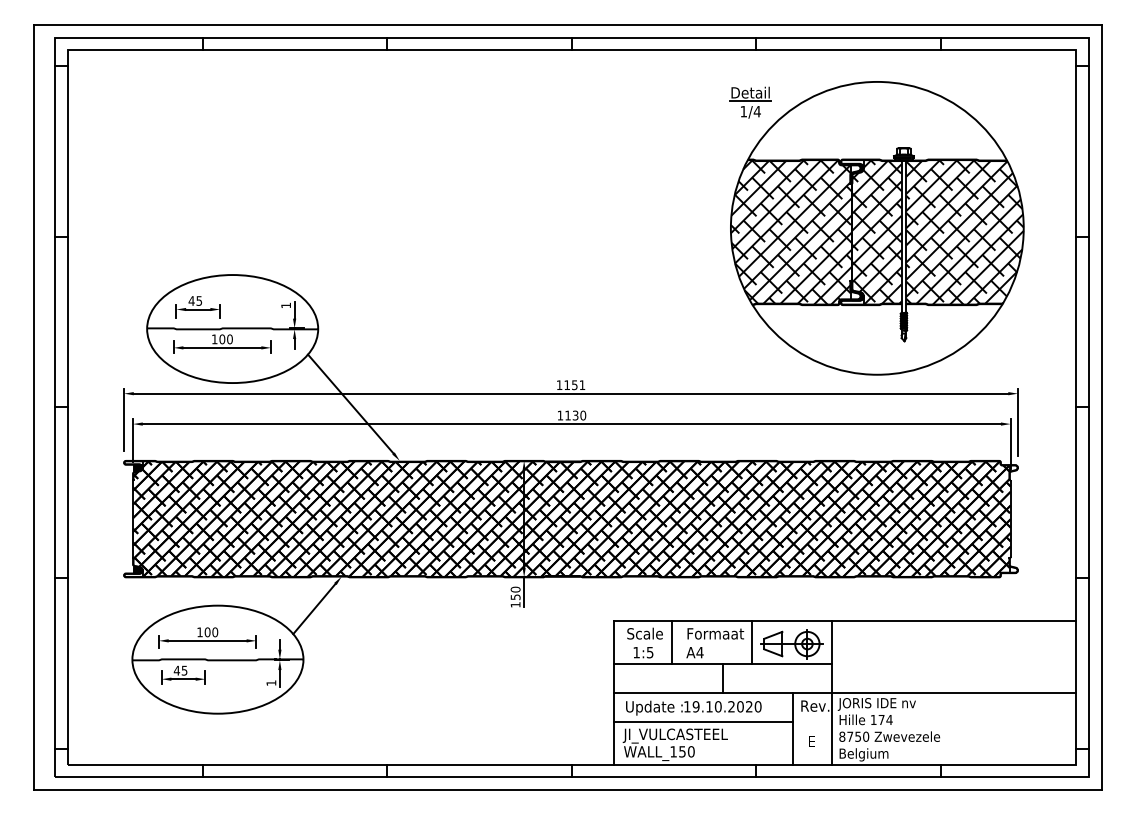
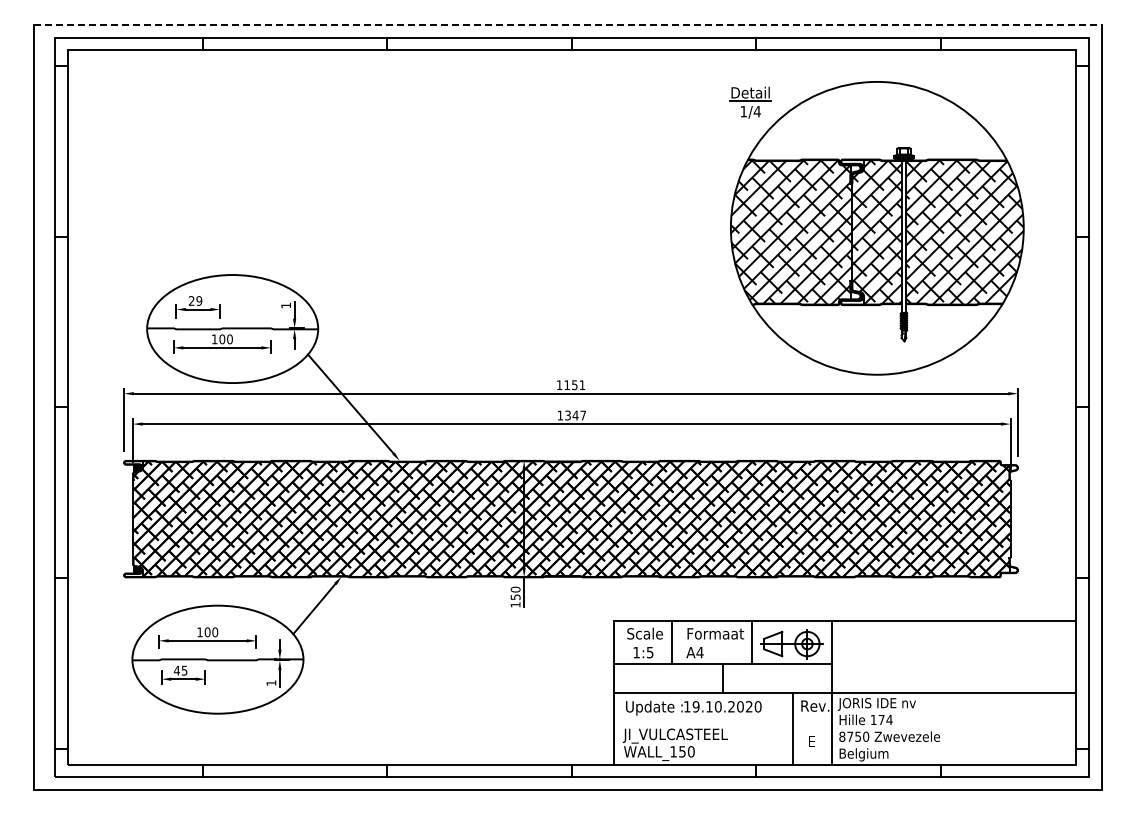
line at (567, 24): solid -> dashed
text at (195, 300): 45 -> 29
text at (575, 415): 1130 -> 1347
line at (703, 721): present -> none
